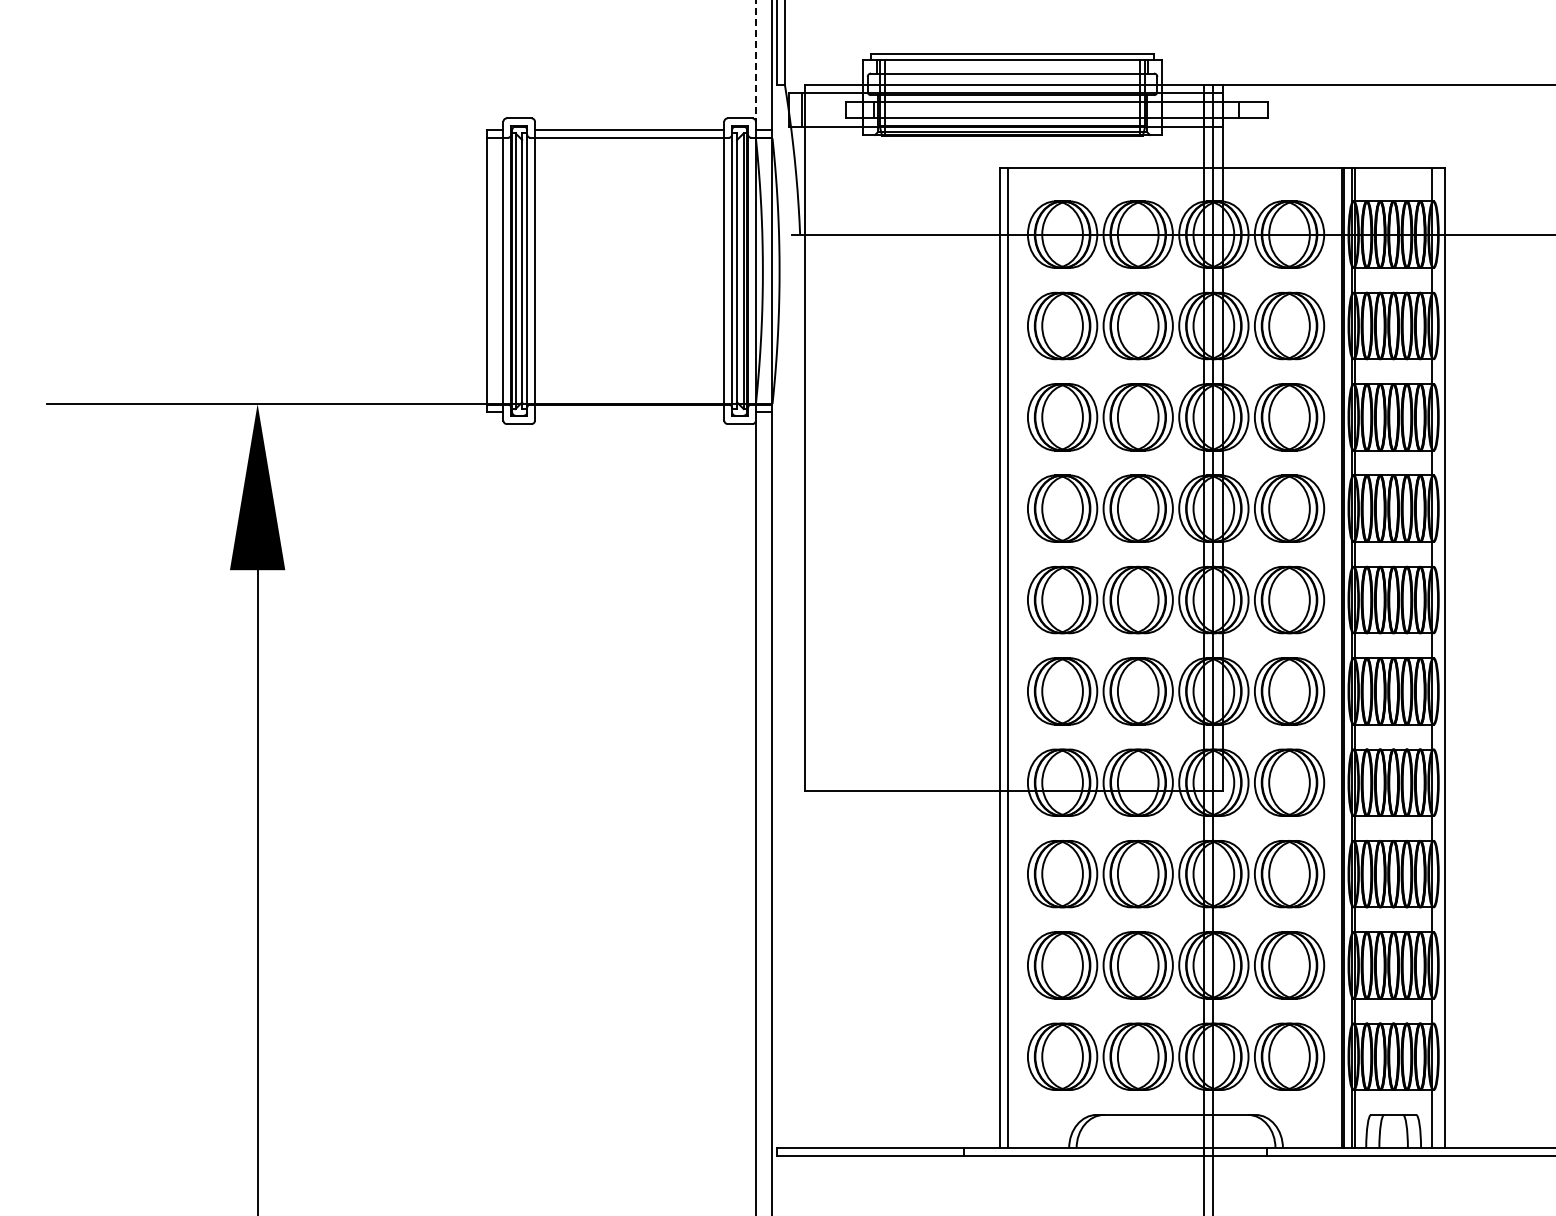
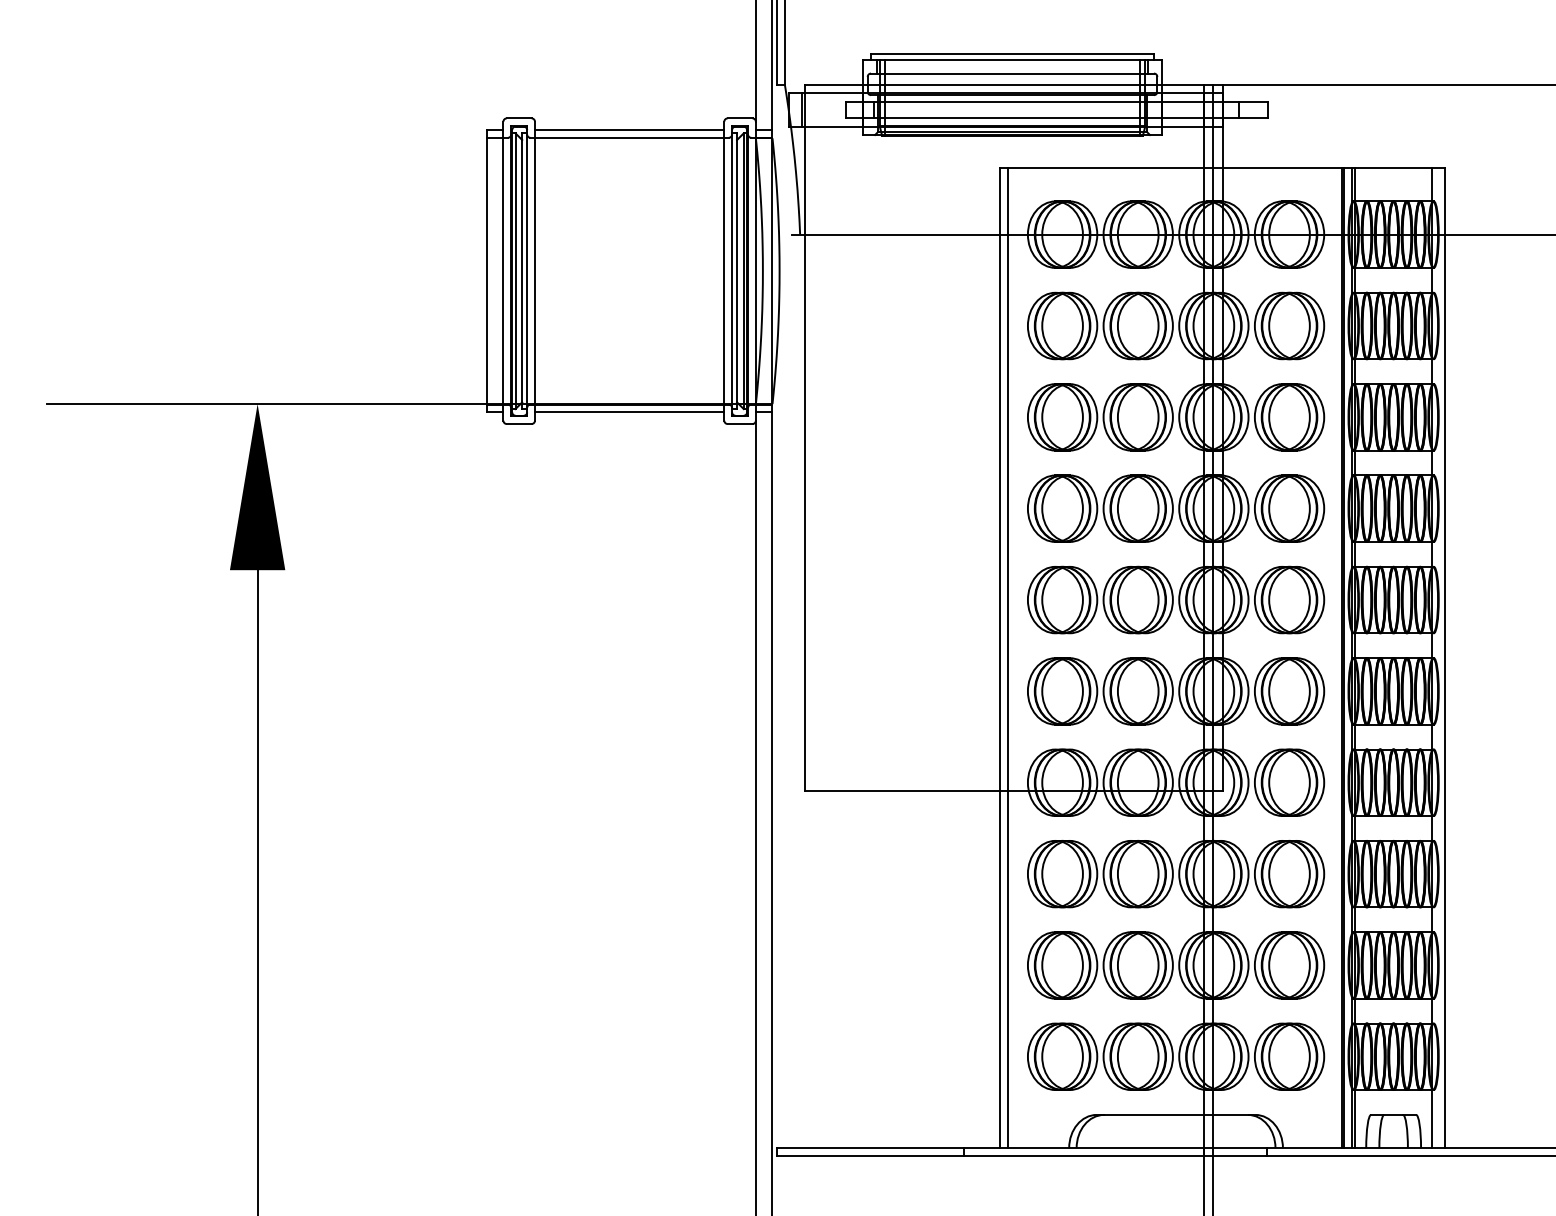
line at (755, 61): dashed -> solid
line at (629, 412): none -> present
